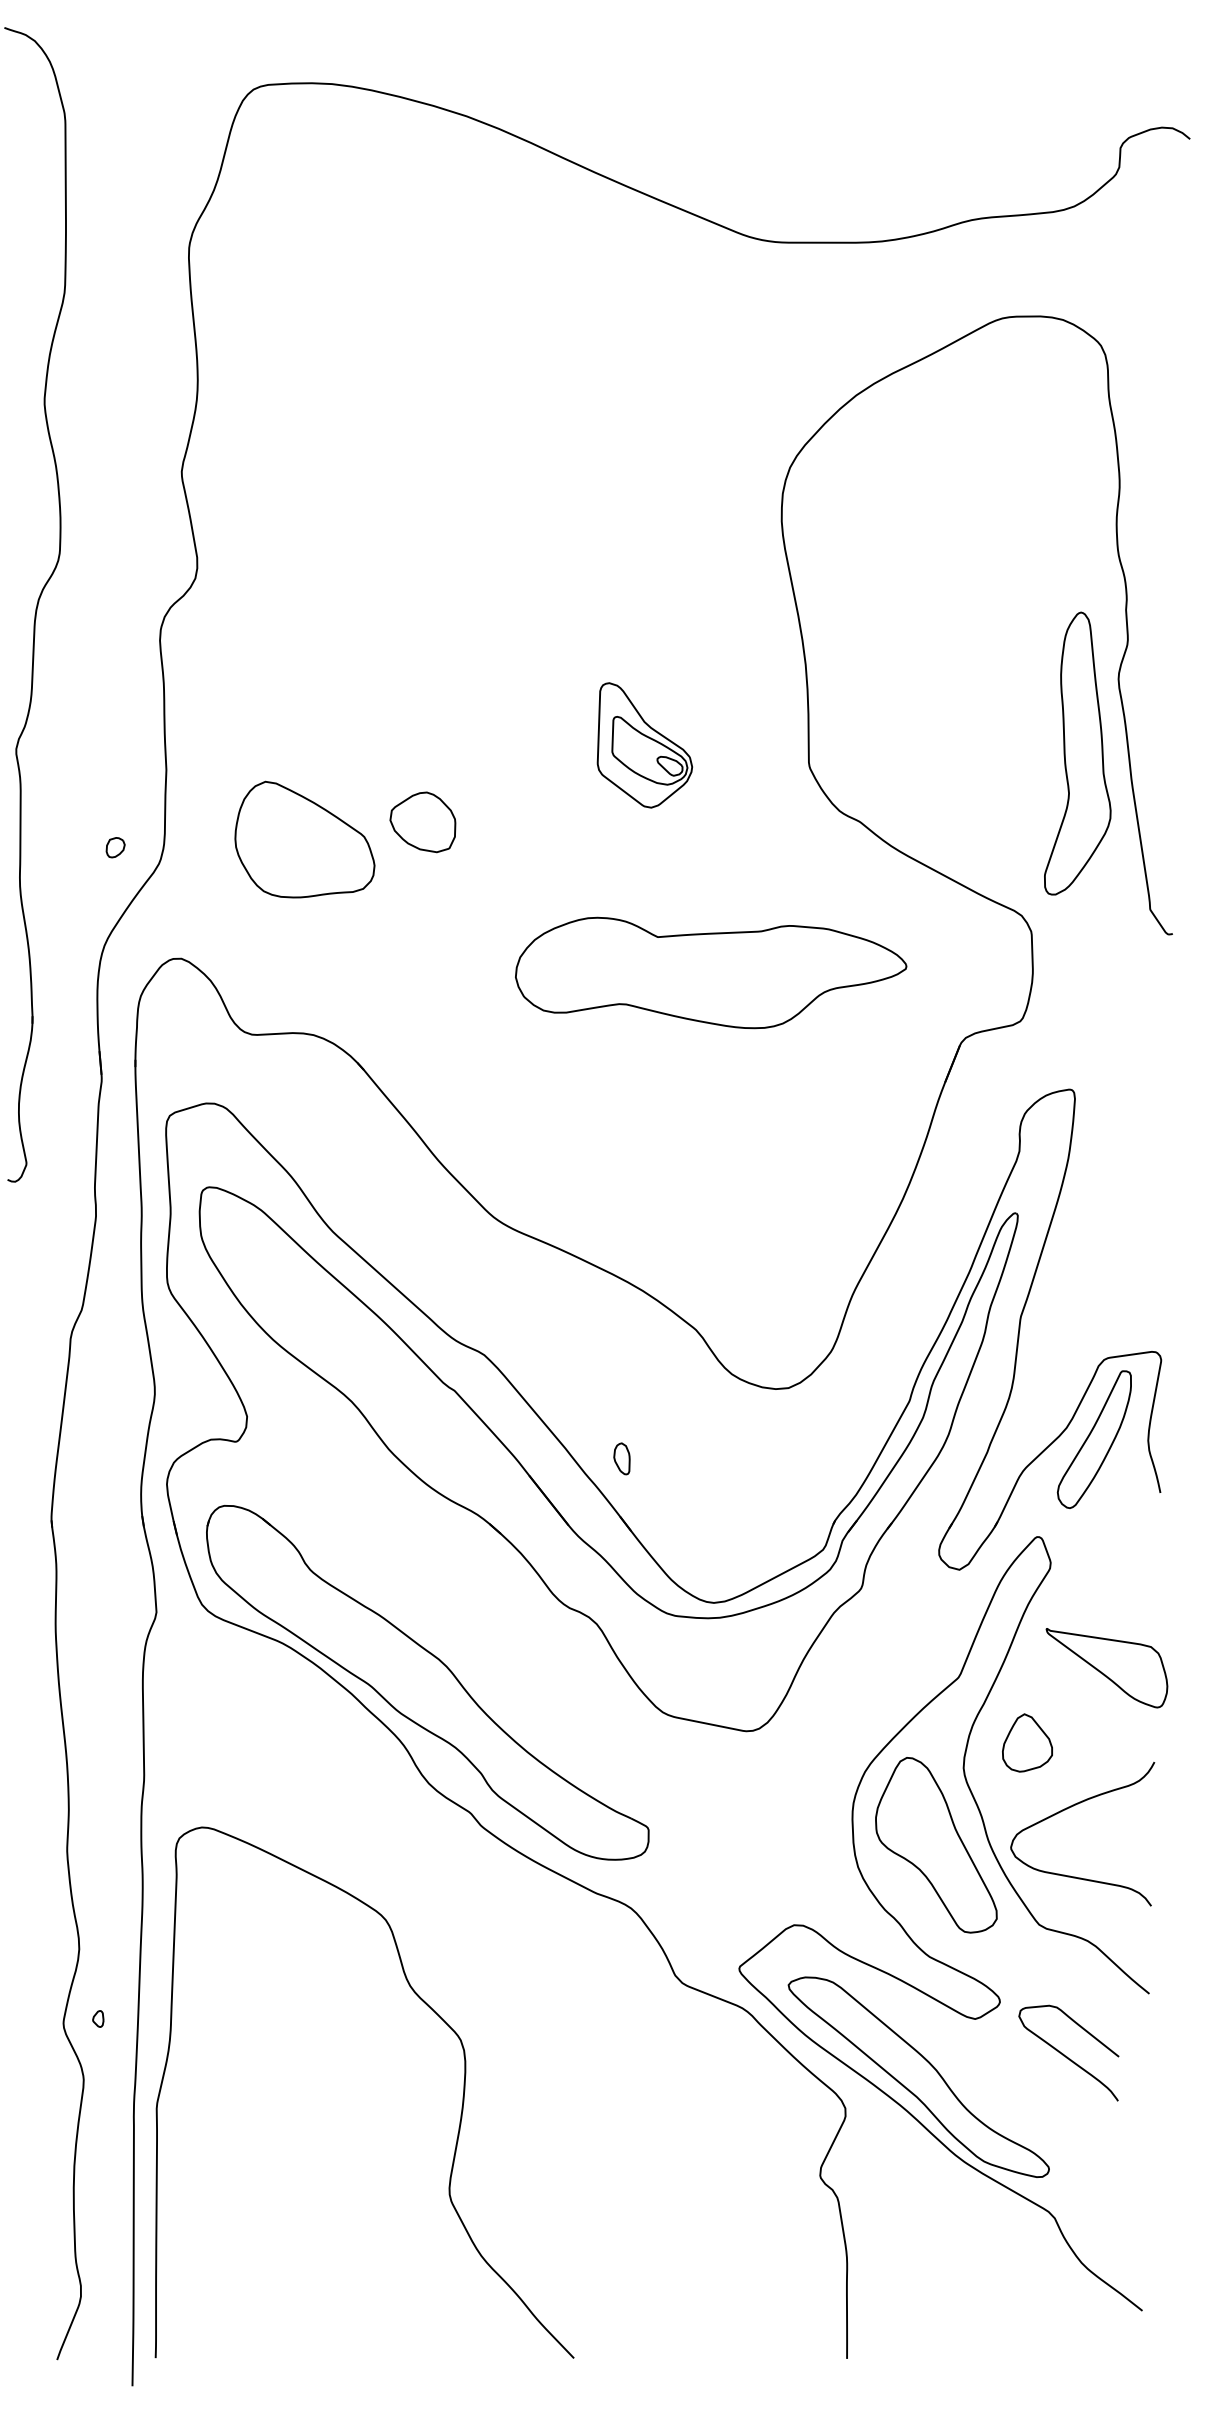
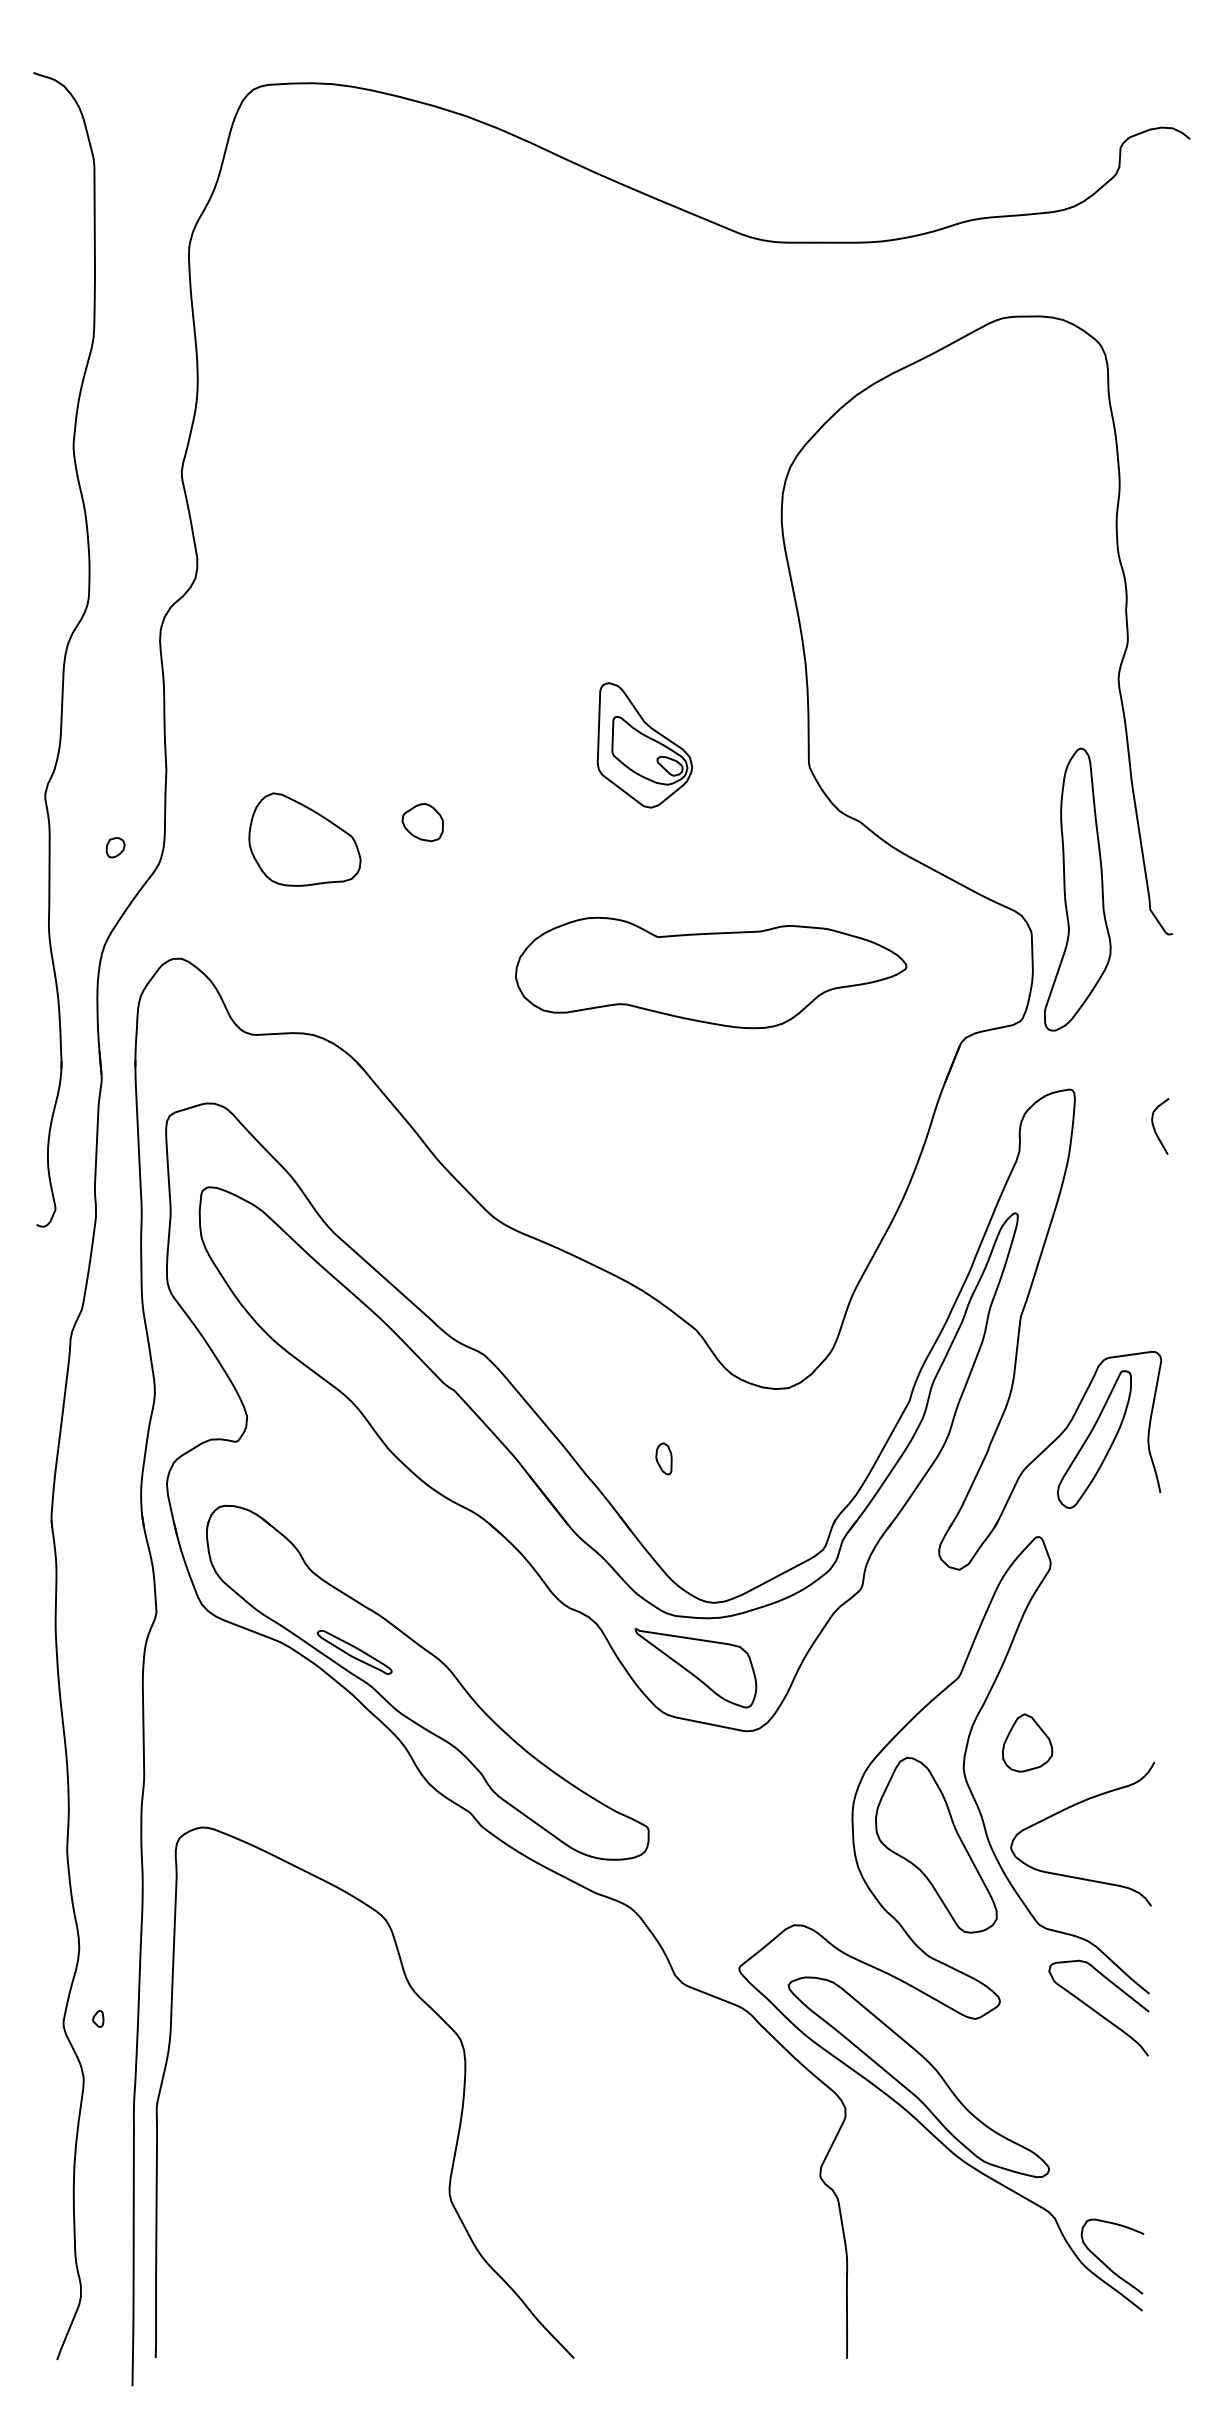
part at (35, 604) position: (35, 604) -> (64, 649)
part at (1077, 753) position: (1077, 753) -> (1077, 889)
part at (422, 822) size: 68x63 px -> 43x40 px
part at (304, 839) size: 142x119 px -> 114x95 px
curve at (1155, 1129): none -> present
part at (621, 1458) position: (621, 1458) -> (663, 1458)
part at (354, 1651): none -> present
part at (1106, 1668) position: (1106, 1668) -> (695, 1668)
curve at (1067, 2056) position: (1067, 2056) -> (1097, 2011)
curve at (1105, 2263): none -> present
